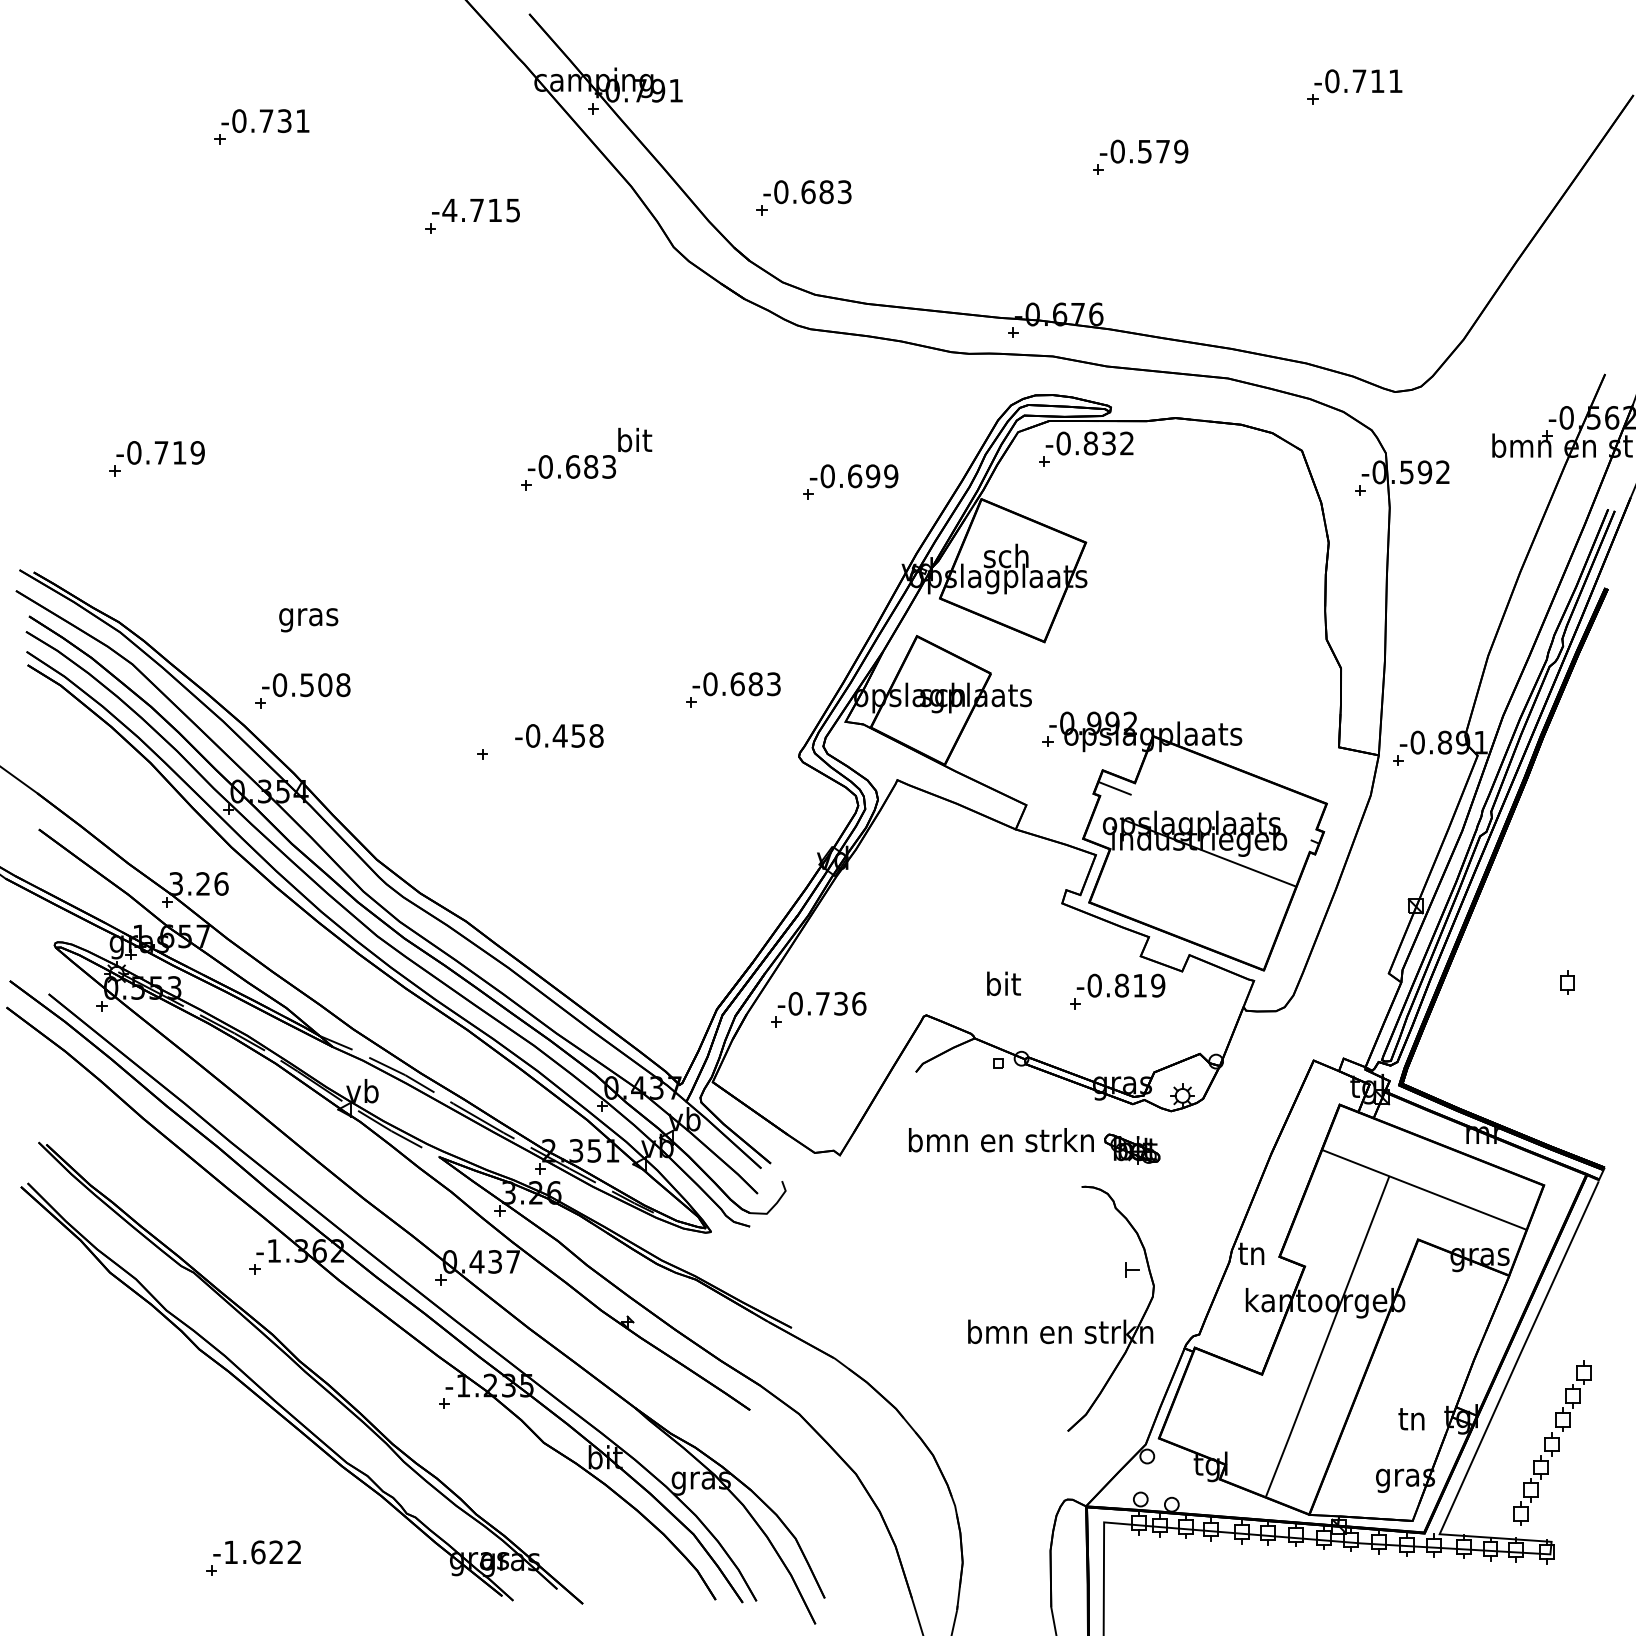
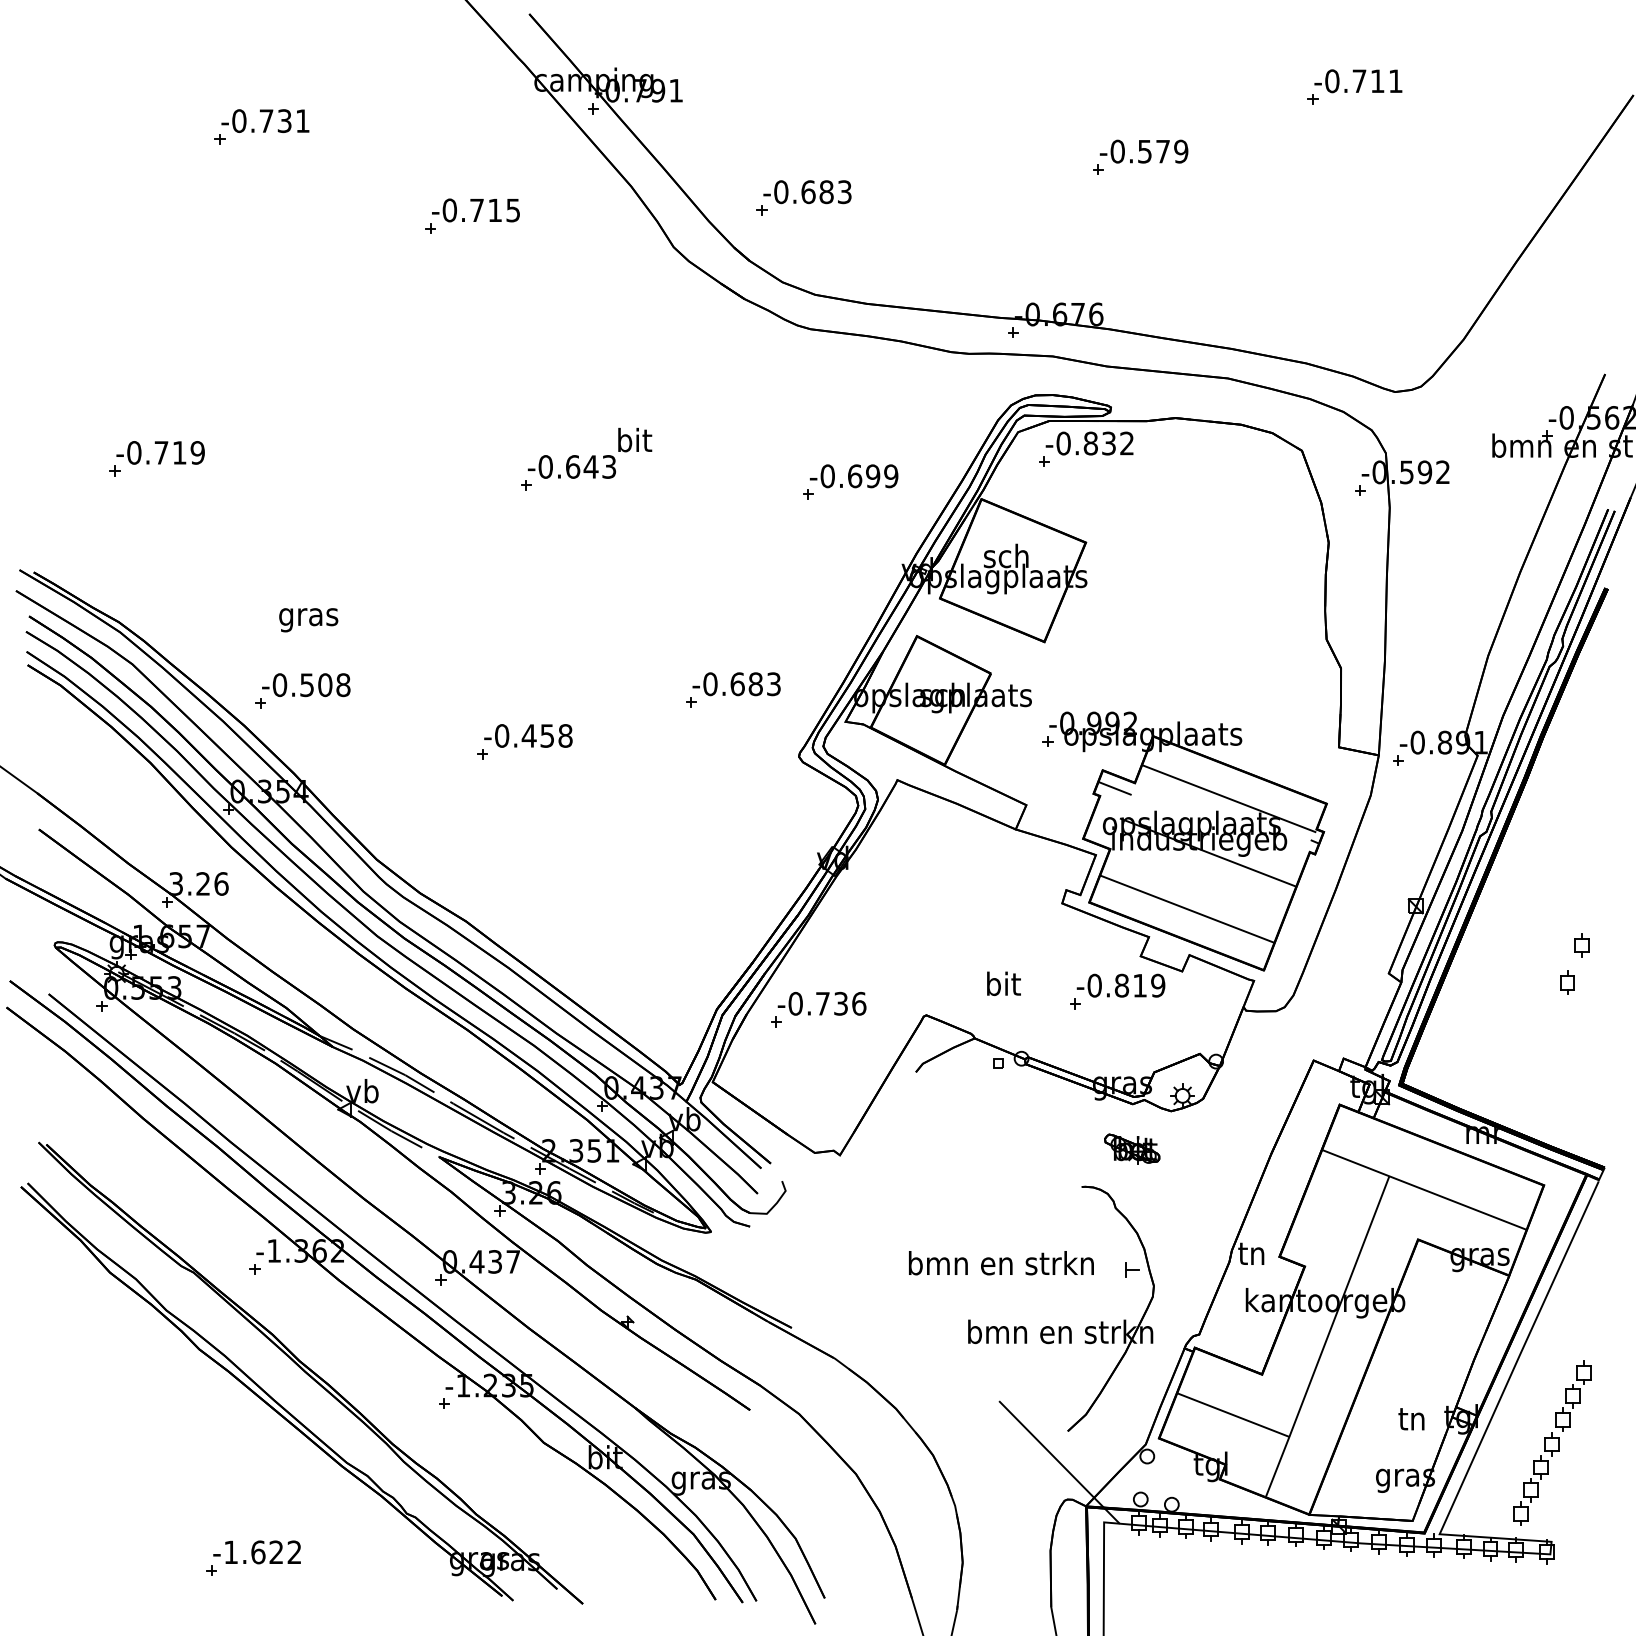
text at (449, 210): -4.715 -> -0.715
text at (590, 466): -0.683 -> -0.643
text at (559, 735) position: (559, 735) -> (528, 735)
line at (1228, 798): none -> present
line at (1186, 908): none -> present
part at (1581, 945): none -> present
text at (1001, 1140) position: (1001, 1140) -> (1001, 1263)
line at (1232, 1414): none -> present
line at (1059, 1462): none -> present
